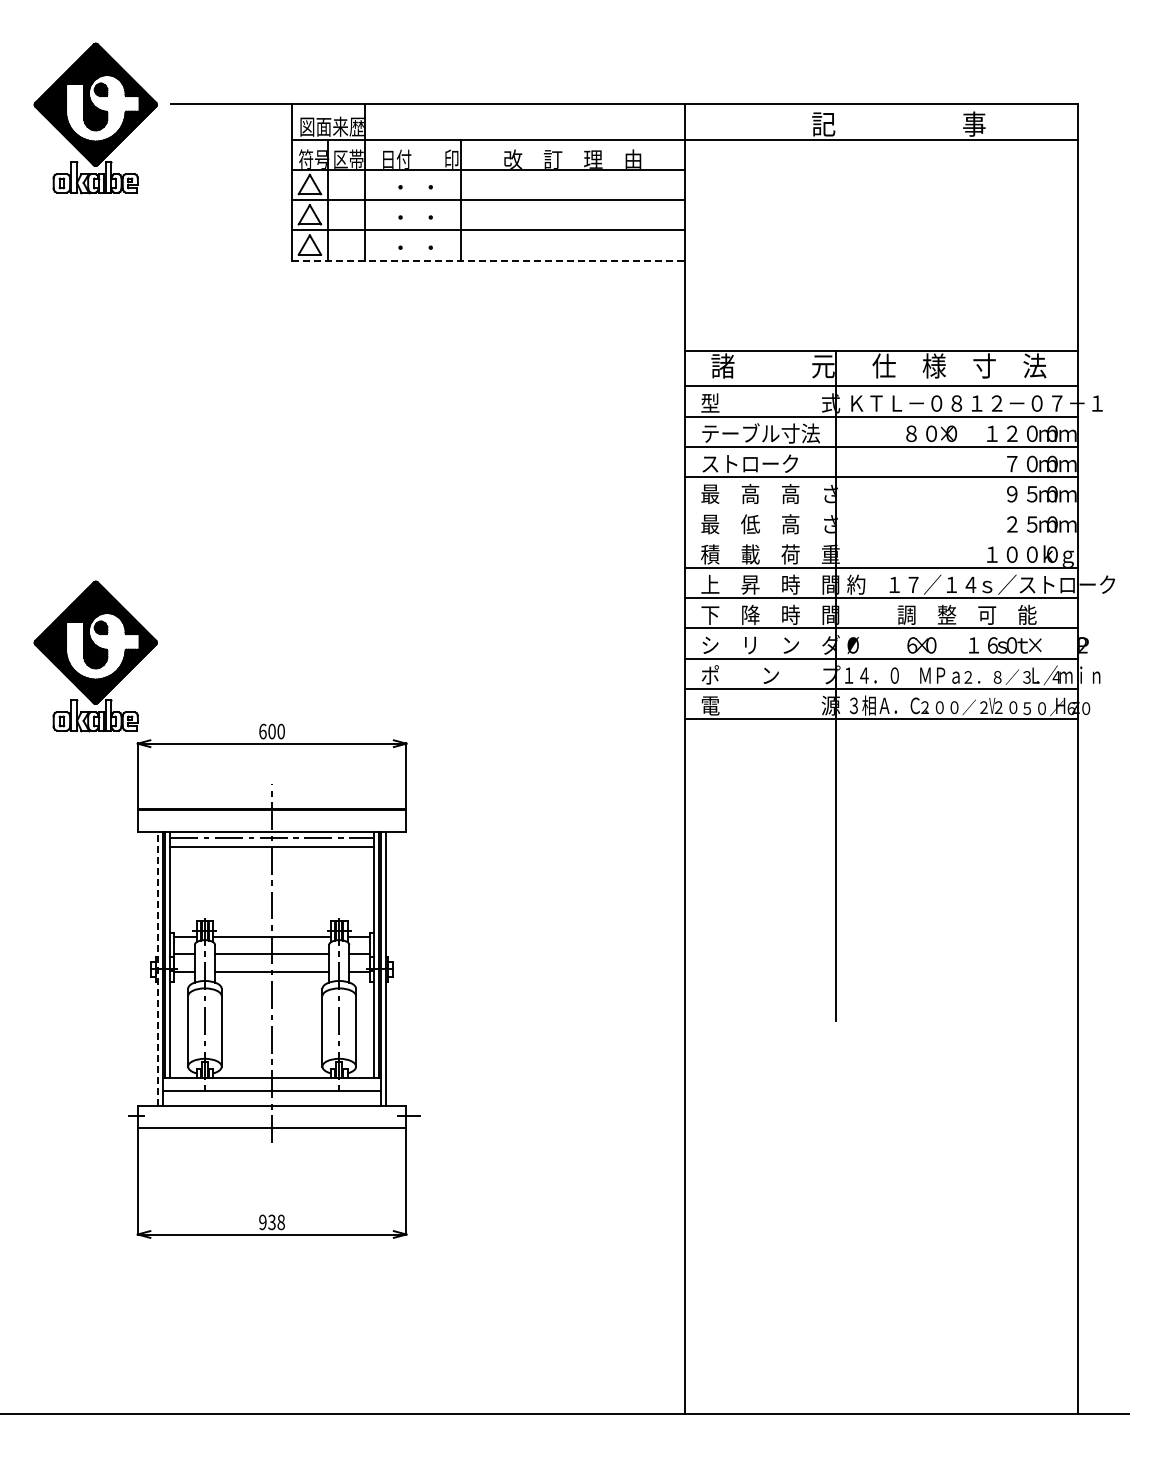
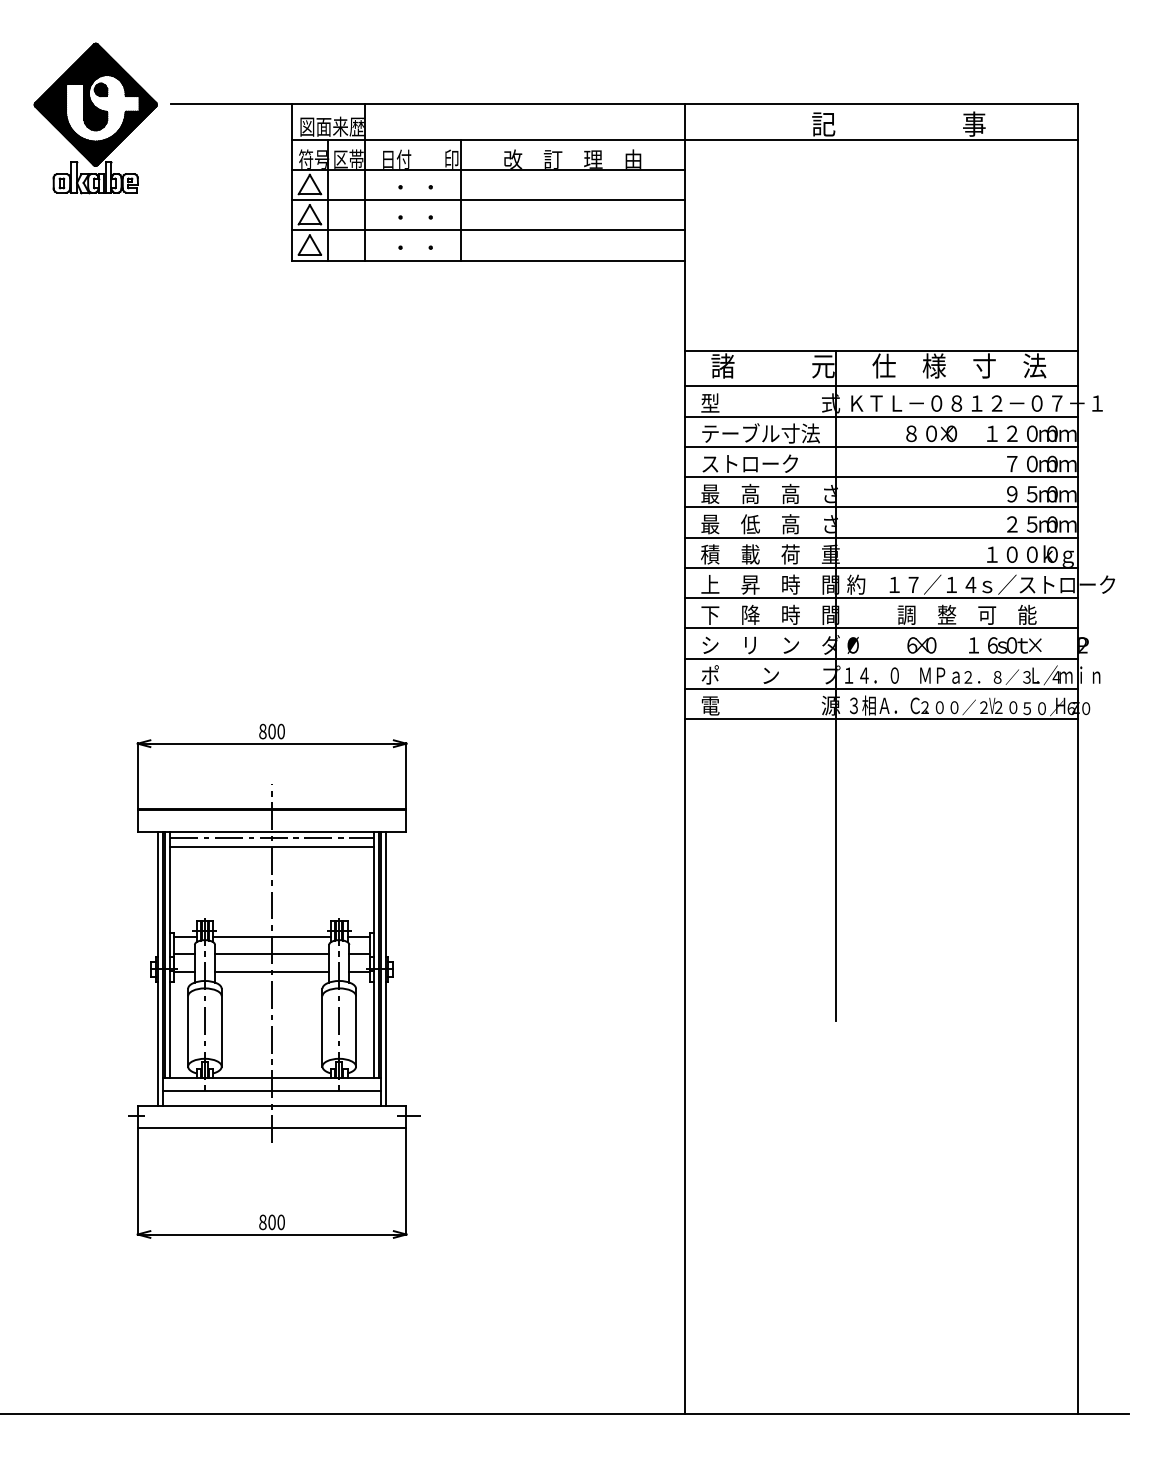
line at (489, 260): dashed -> solid
line at (881, 507): none -> present
line at (881, 537): none -> present
part at (95, 656): present -> none
text at (262, 731): 600 -> 800
line at (157, 969): dashed -> solid
text at (271, 1222): 938 -> 800
